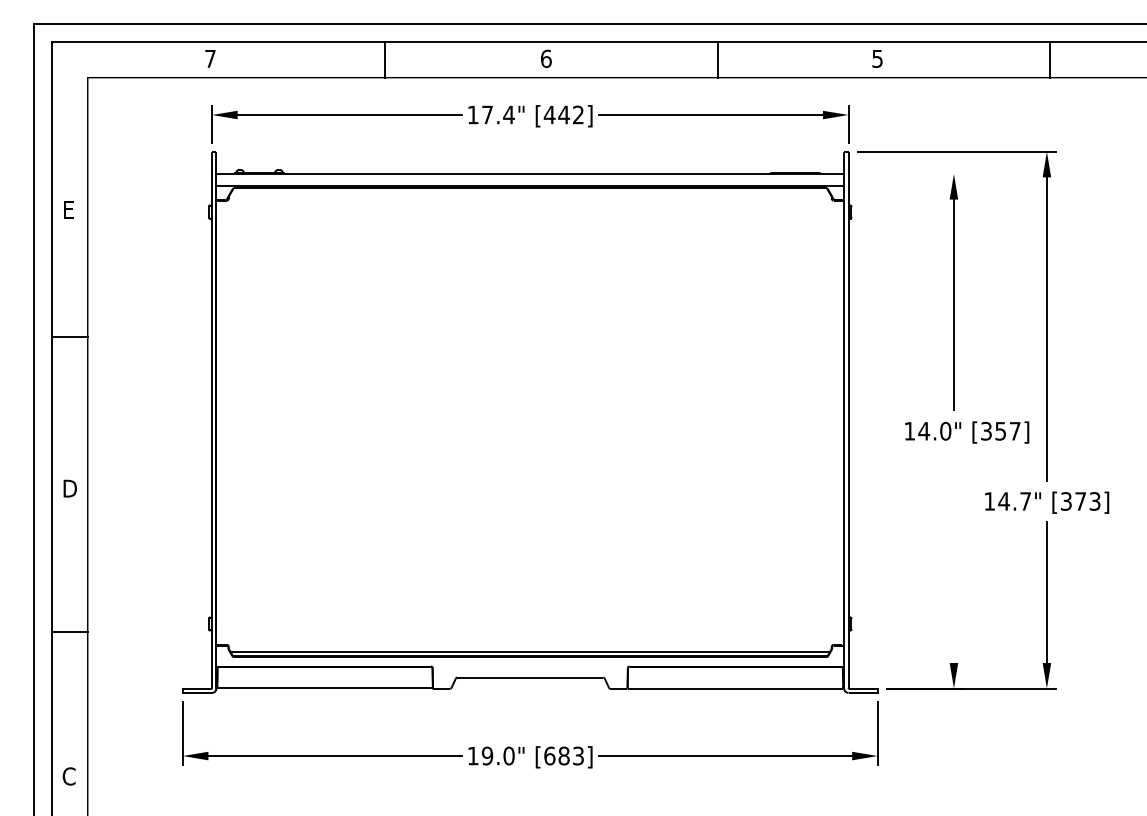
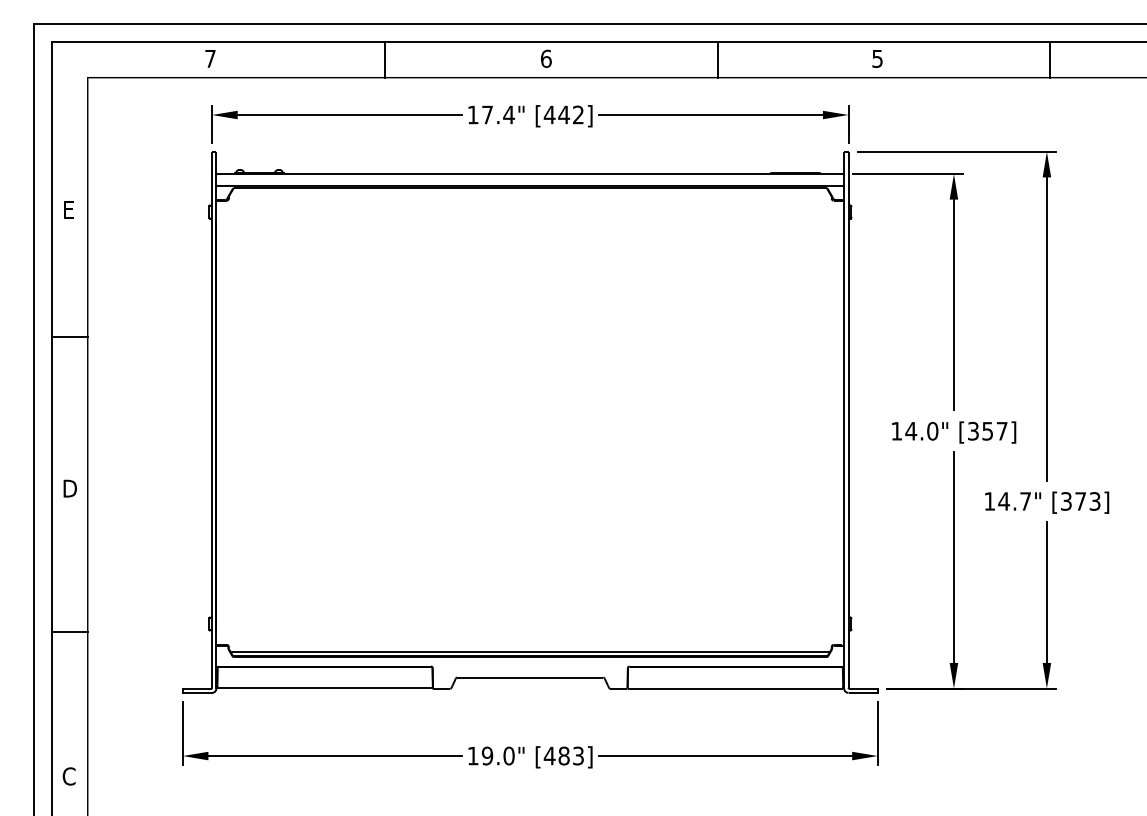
line at (908, 174): none -> present
text at (967, 432) position: (967, 432) -> (954, 432)
line at (953, 557): none -> present
text at (549, 755): [683] -> [483]
